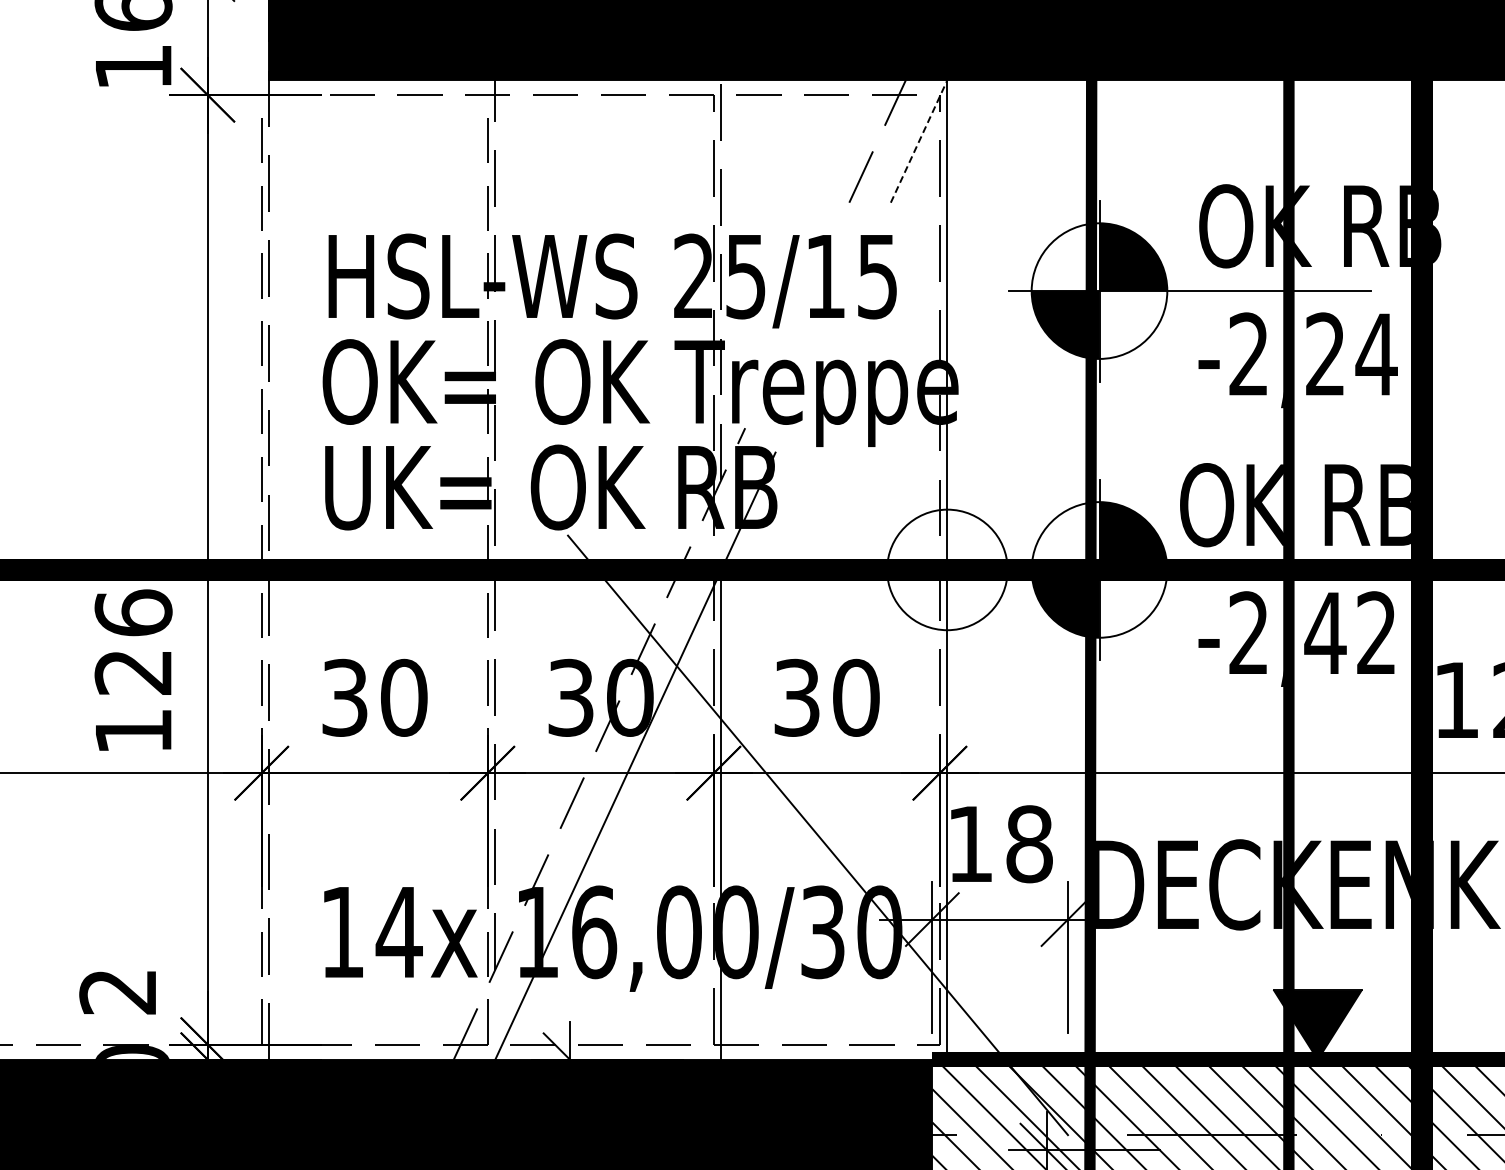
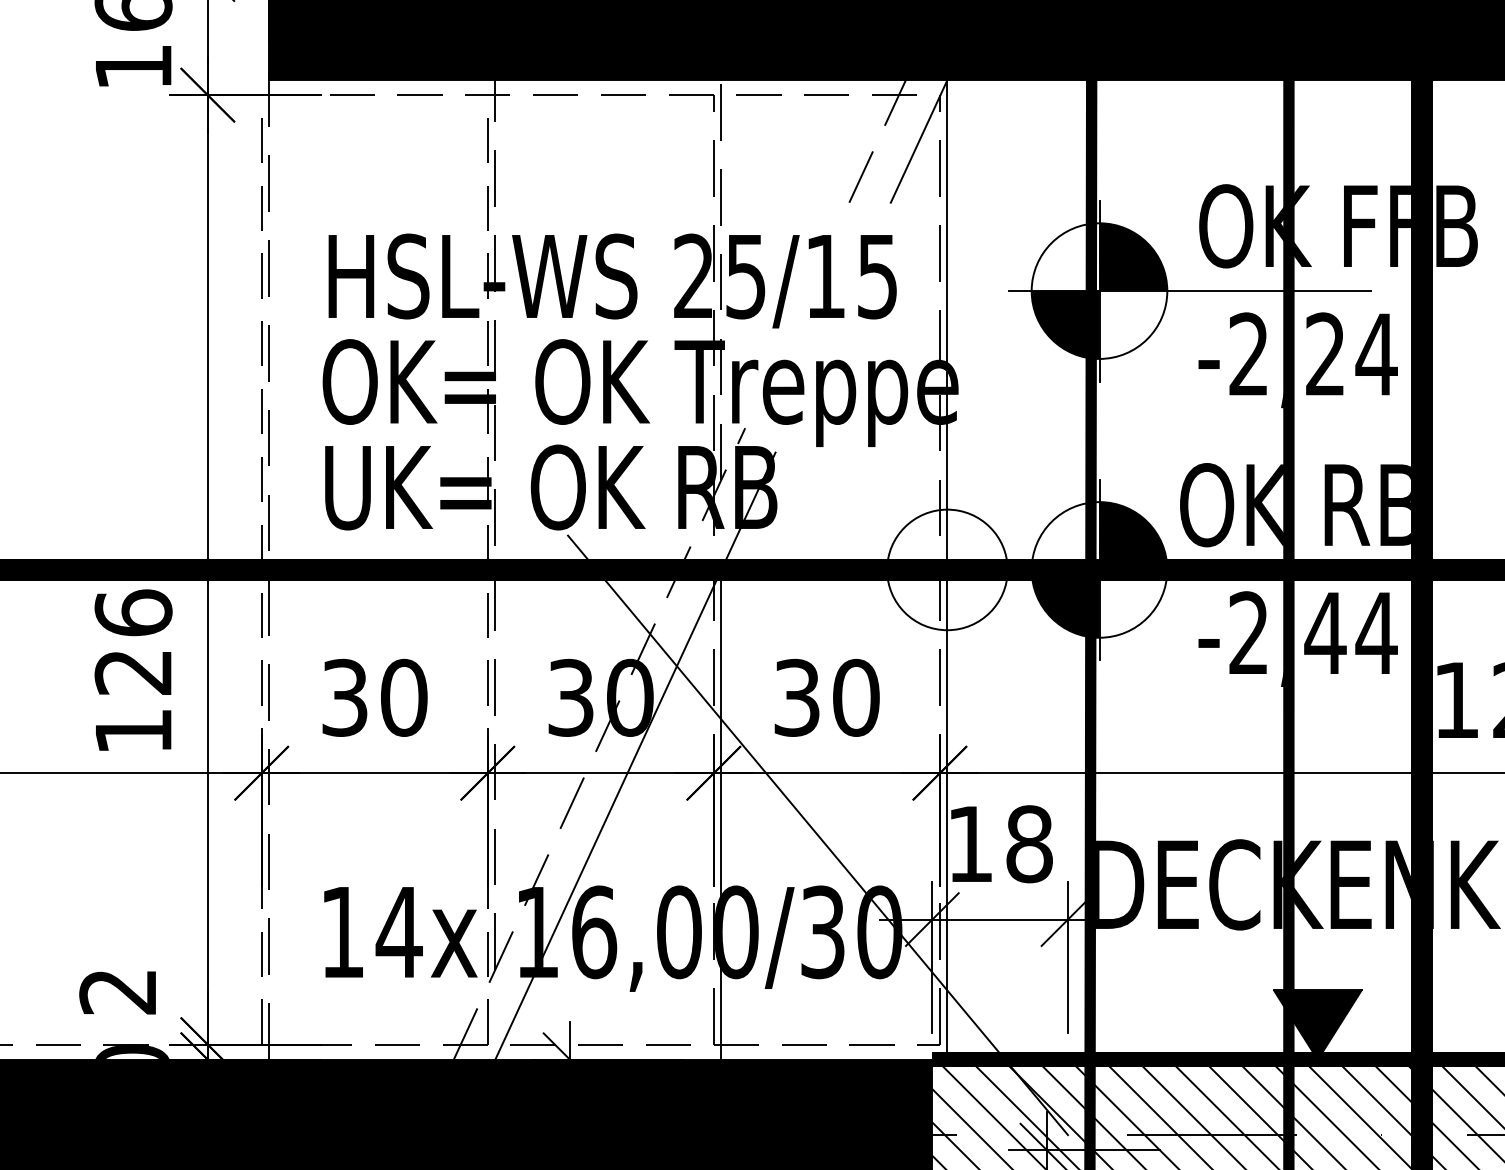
line at (919, 141): dashed -> solid
text at (1414, 225): OK RB -> OK FFB
text at (1376, 632): -2,42 -> -2,44
